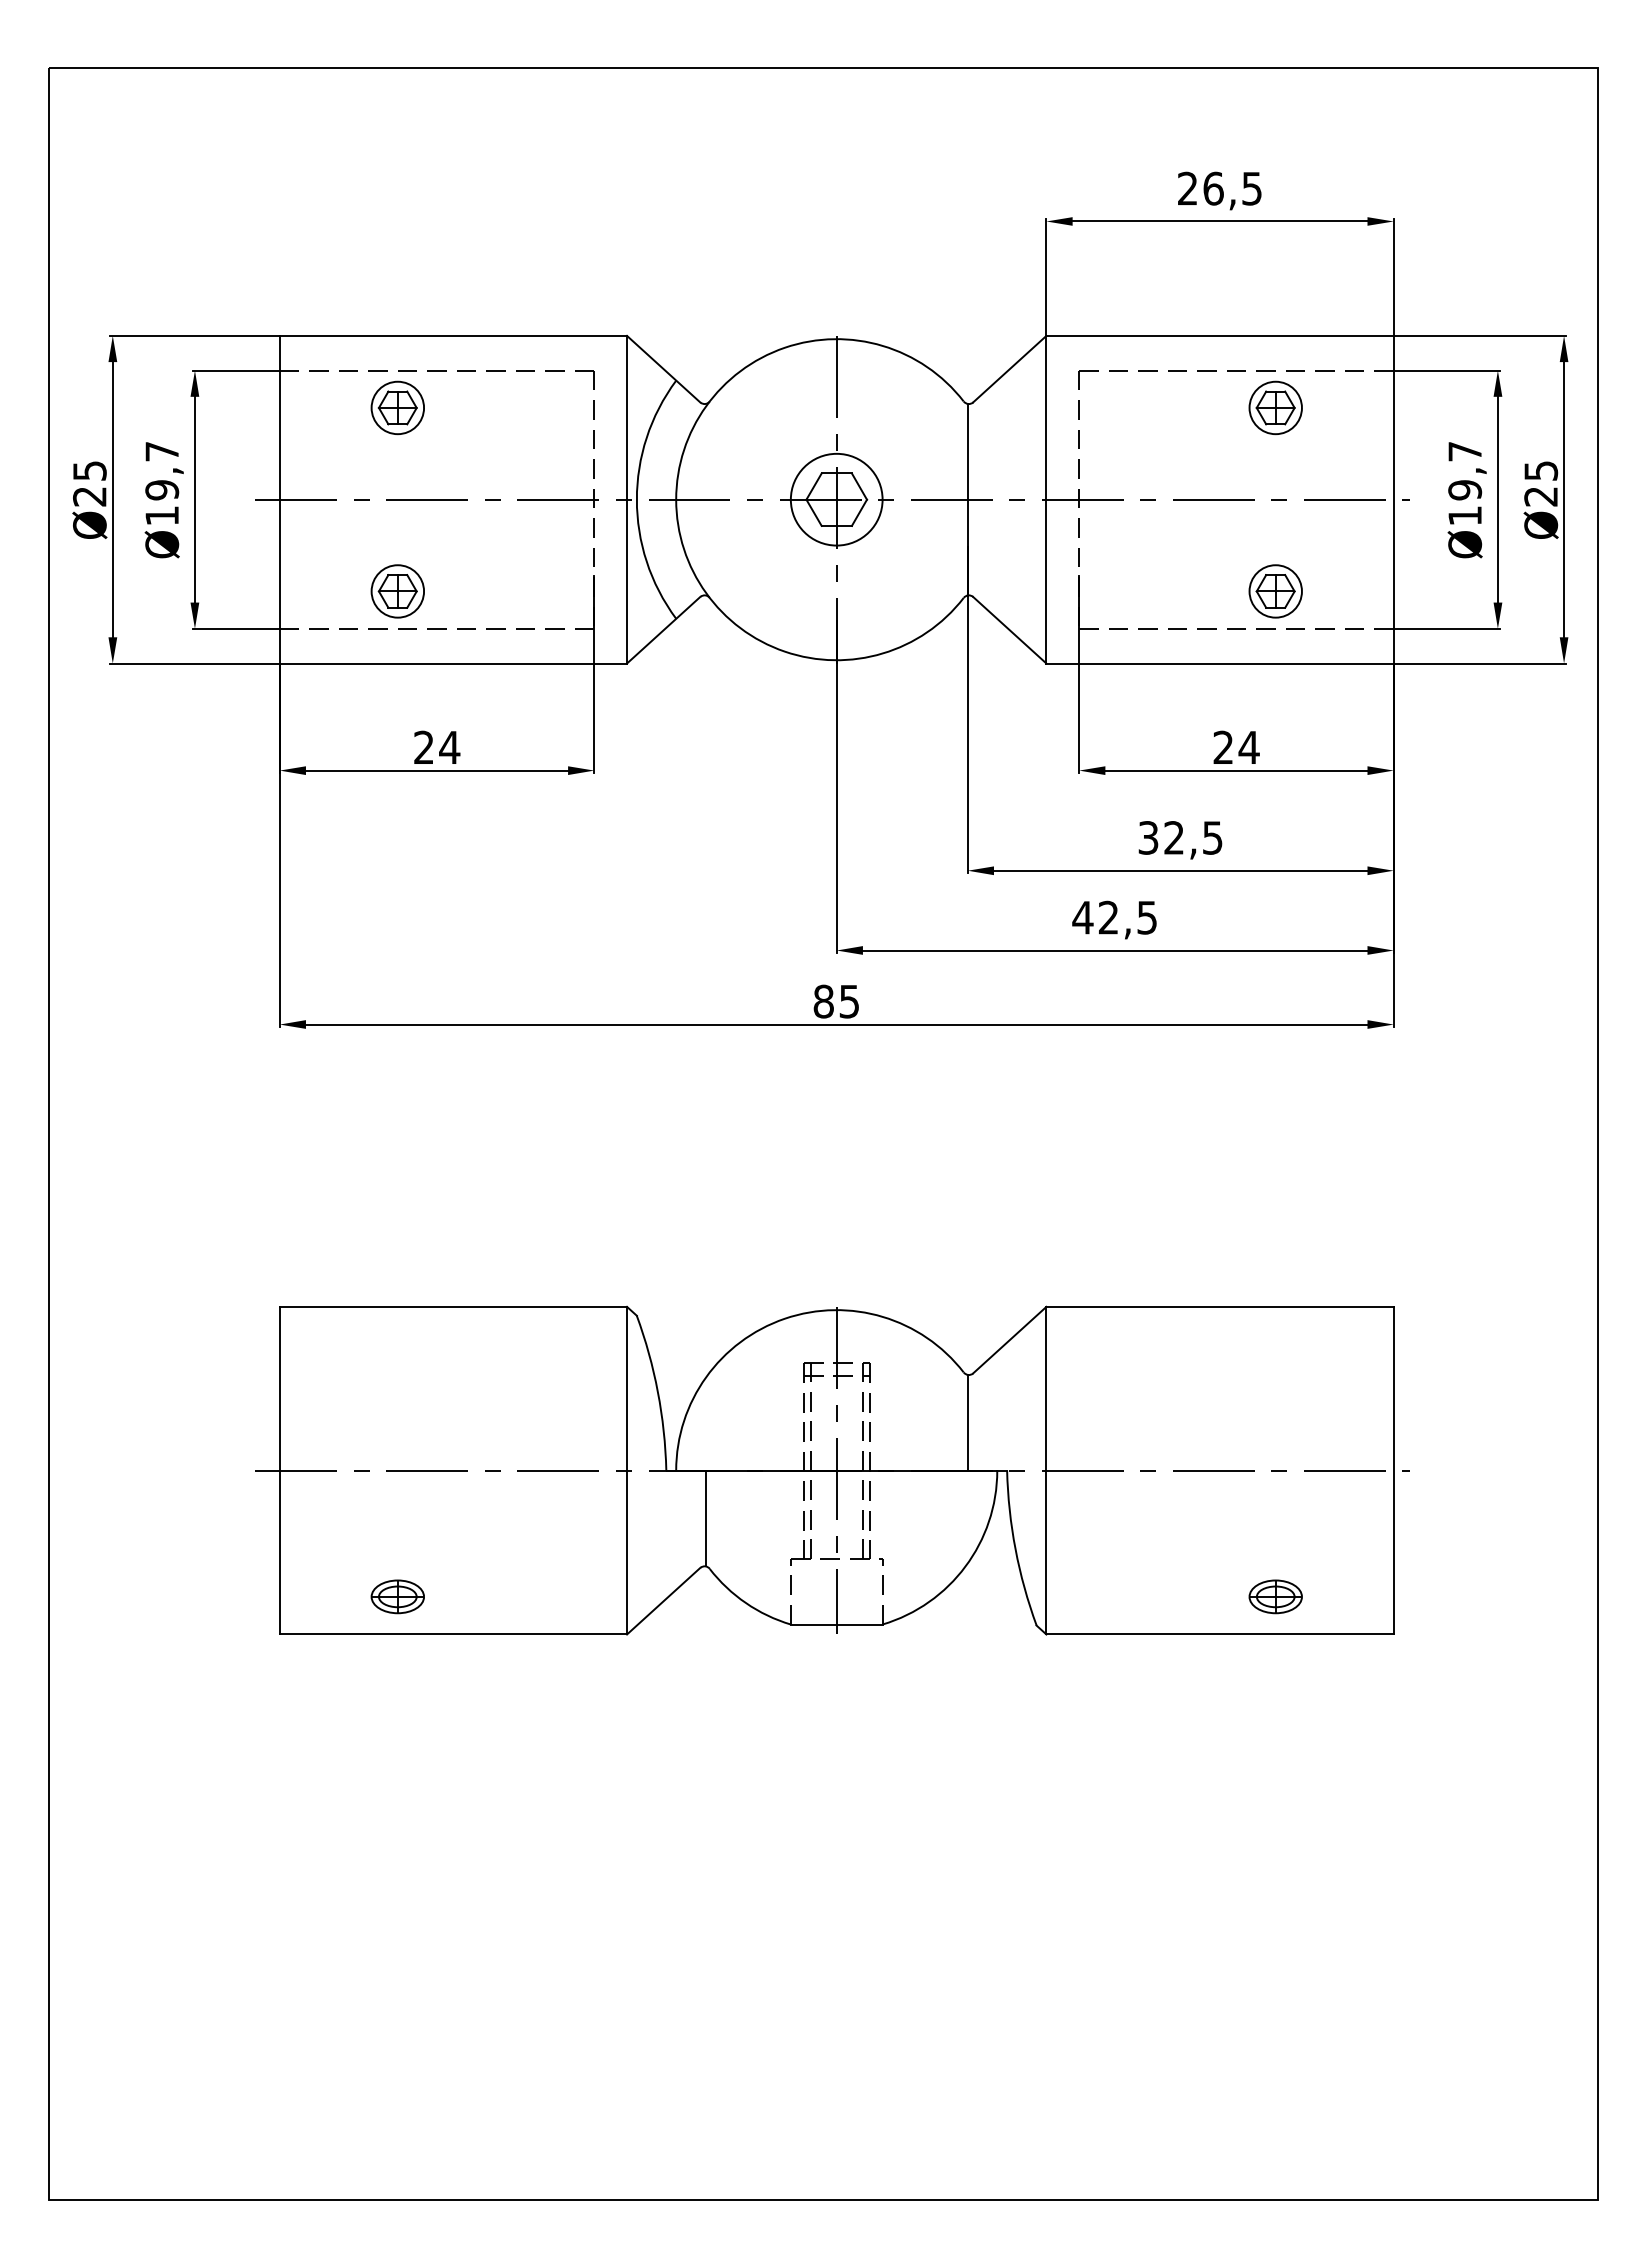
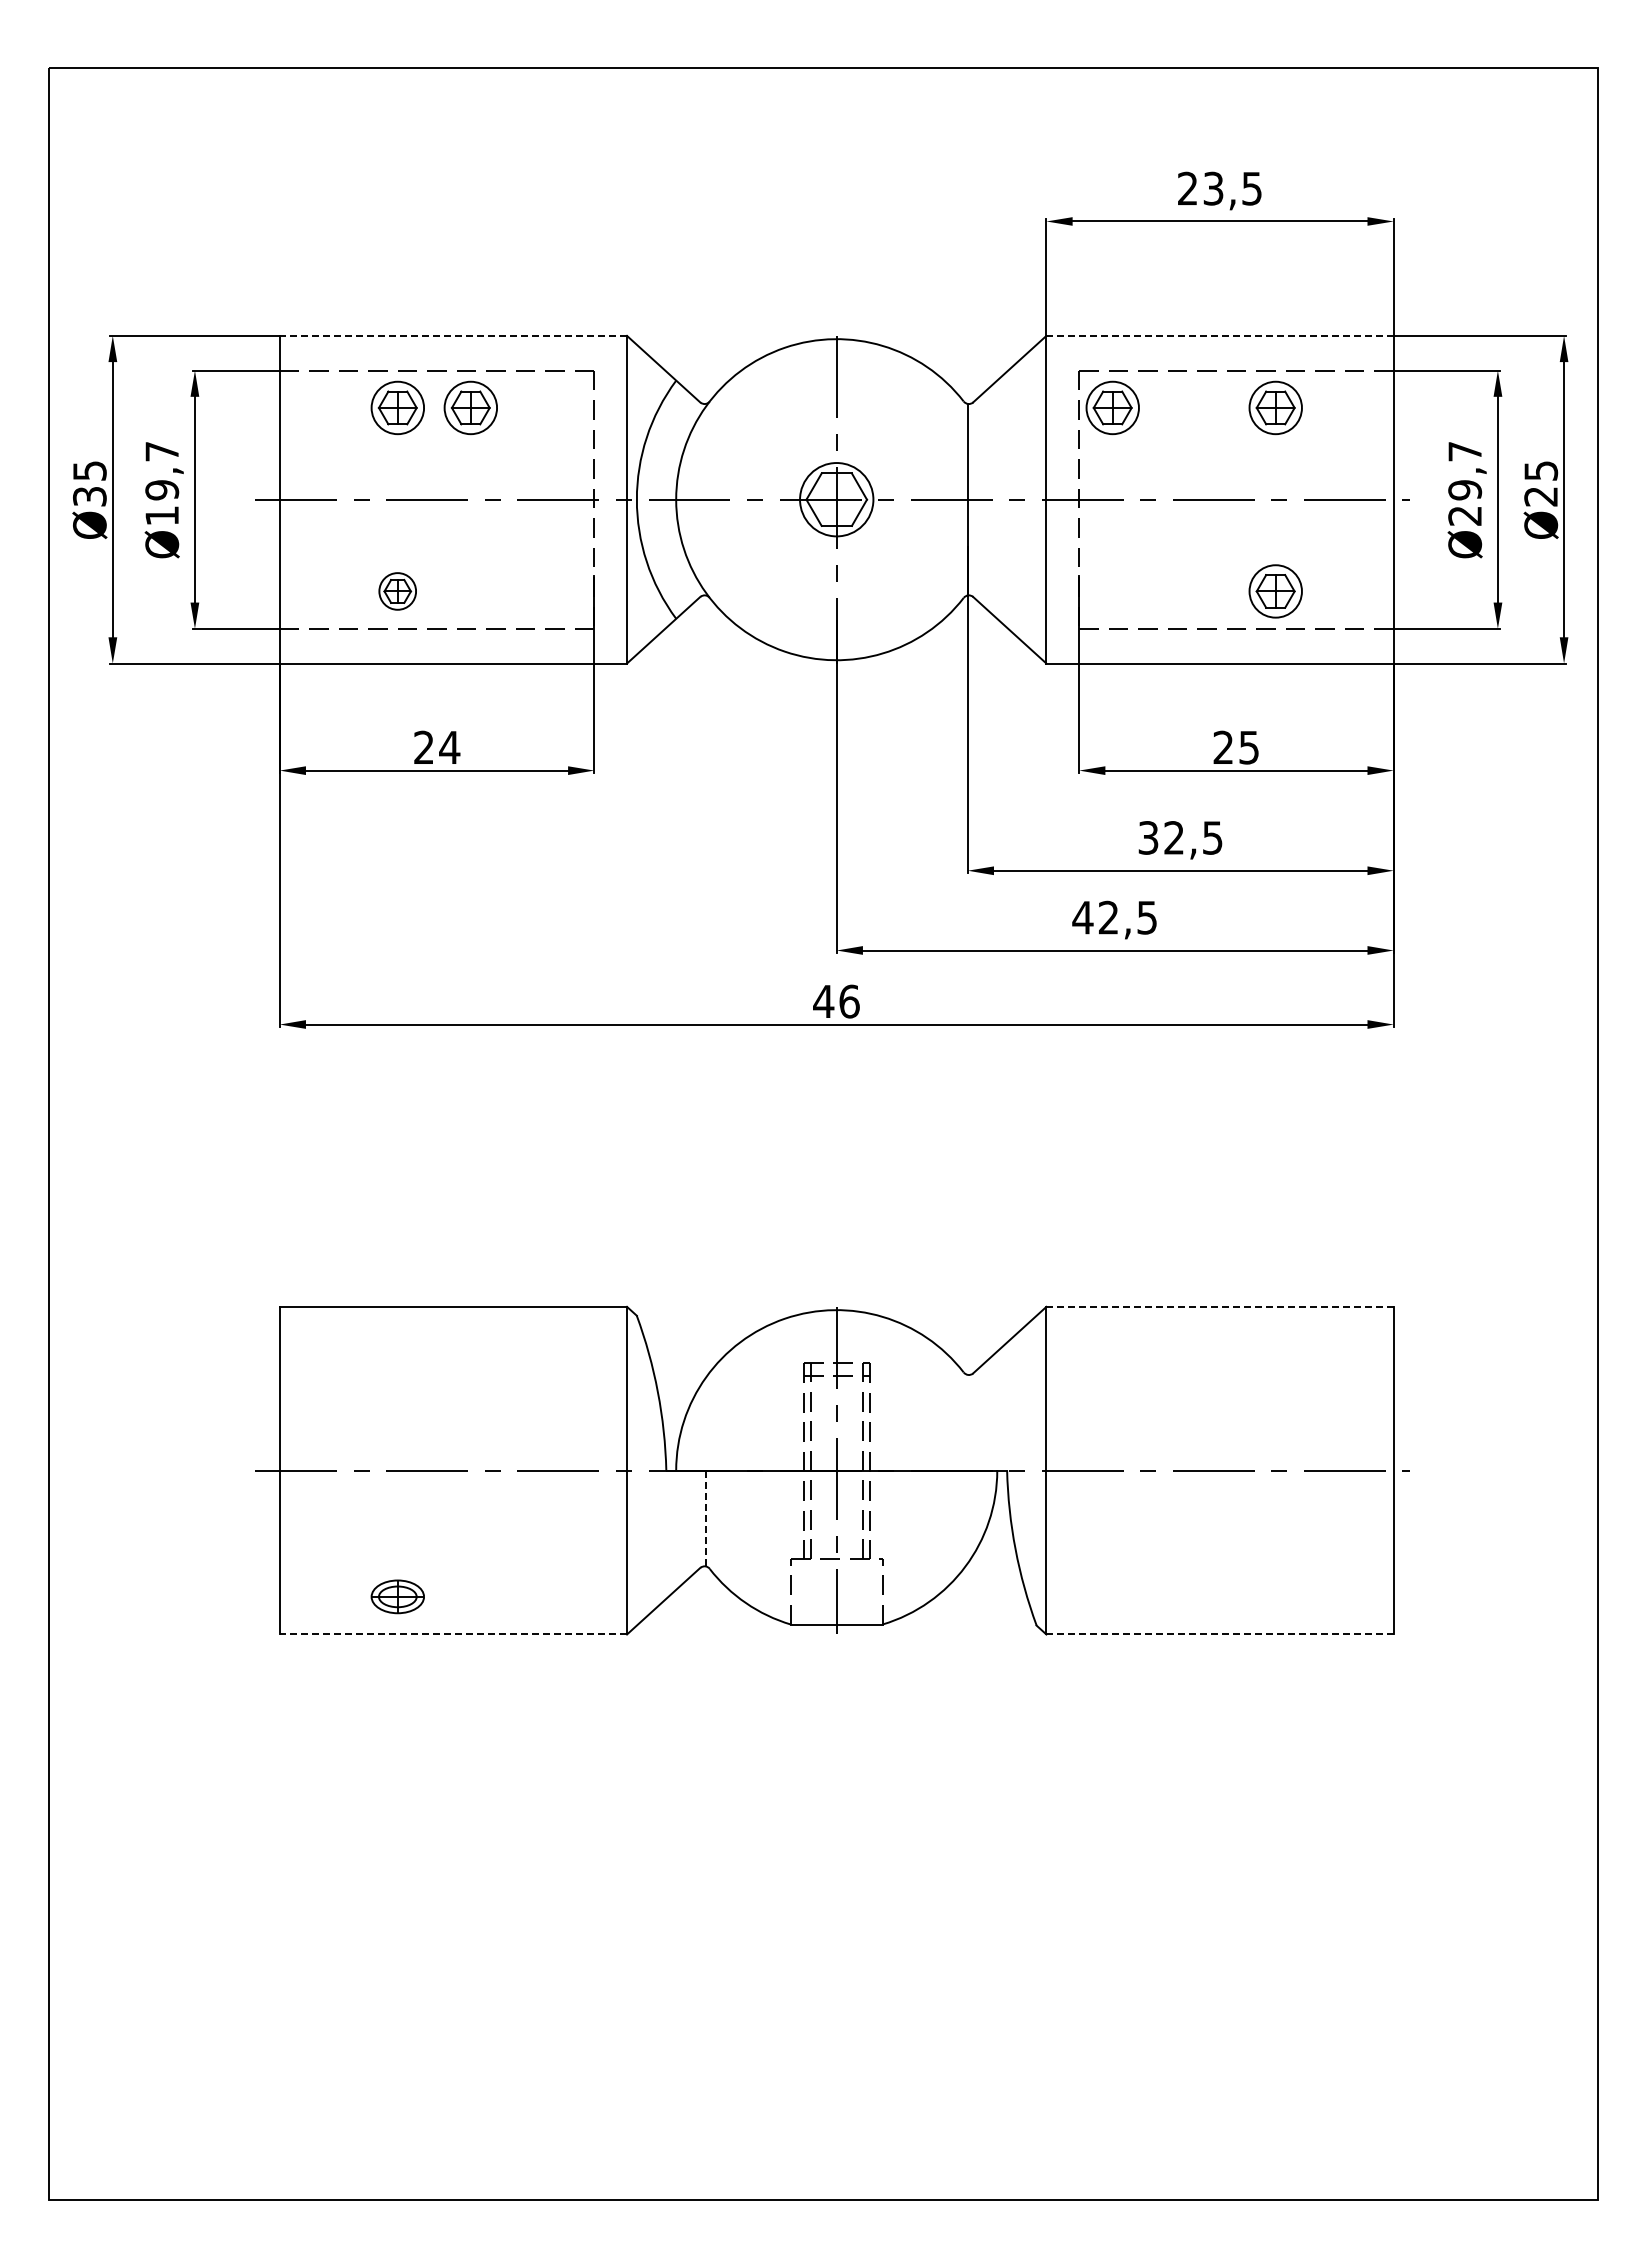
text at (1213, 188): 26,5 -> 23,5
line at (453, 335): solid -> dashed
line at (1220, 335): solid -> dashed
part at (470, 407): none -> present
part at (1112, 407): none -> present
text at (89, 496): Ø25 -> Ø35
circle at (836, 499) diameter: 92 px -> 73 px
text at (1464, 515): Ø19,7 -> Ø29,7
part at (397, 591) size: 55x55 px -> 39x39 px
text at (1248, 747): 24 -> 25
text at (836, 1001): 85 -> 46
line at (1220, 1306): solid -> dashed
line at (967, 1422): present -> none
line at (705, 1518): solid -> dashed
part at (1275, 1596): present -> none
line at (453, 1634): solid -> dashed
line at (1220, 1634): solid -> dashed
